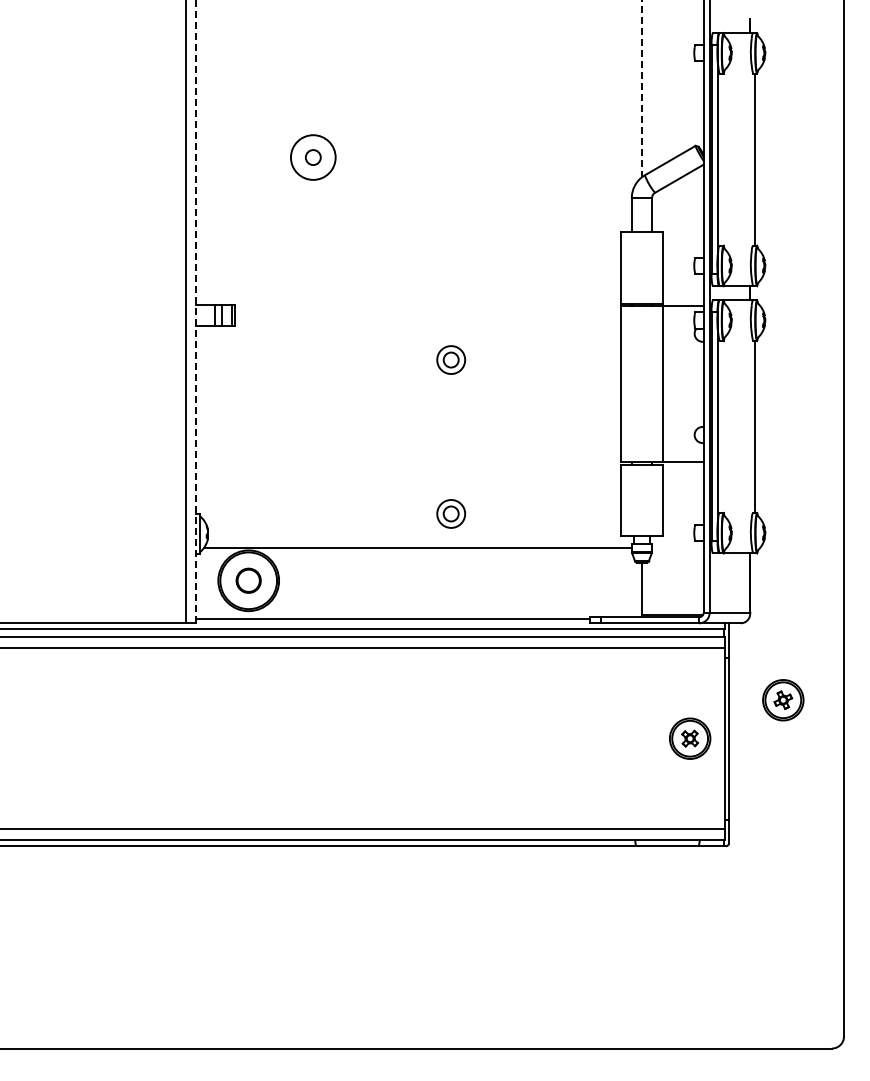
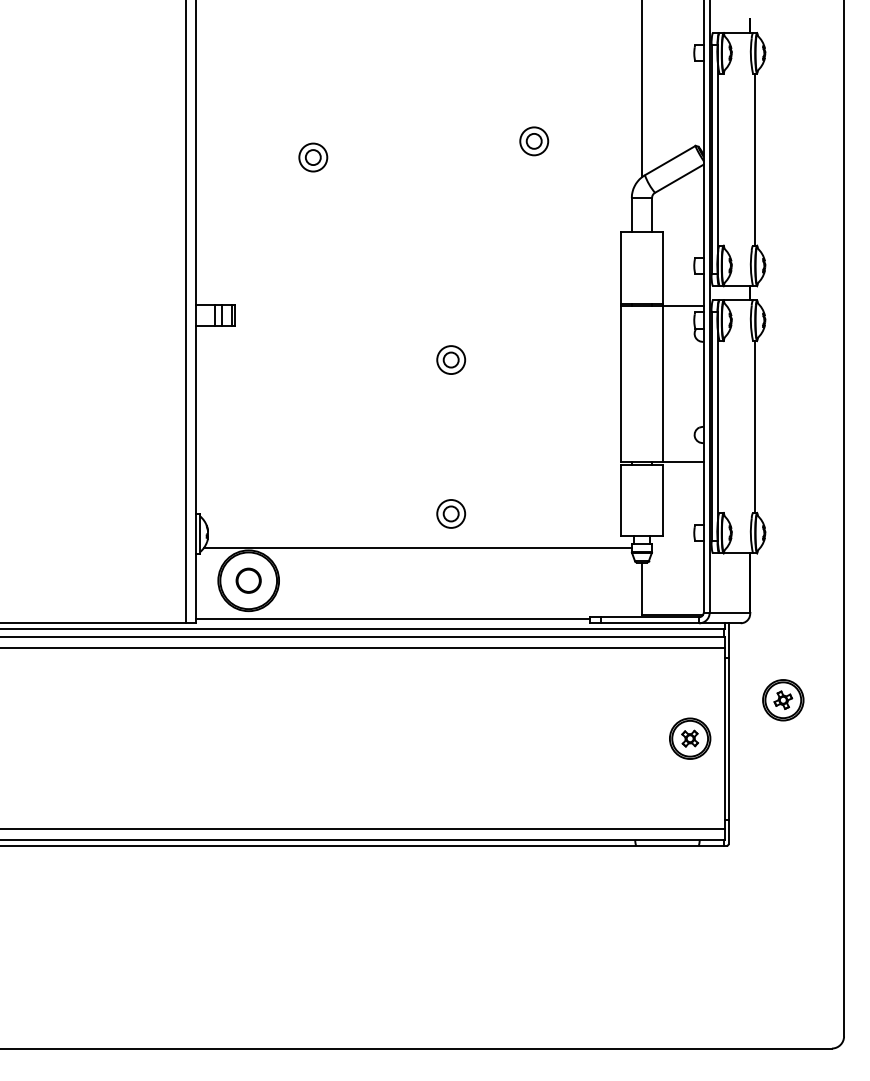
line at (641, 89): dashed -> solid
part at (534, 141): none -> present
circle at (312, 157) diameter: 45 px -> 28 px
line at (196, 311): dashed -> solid
